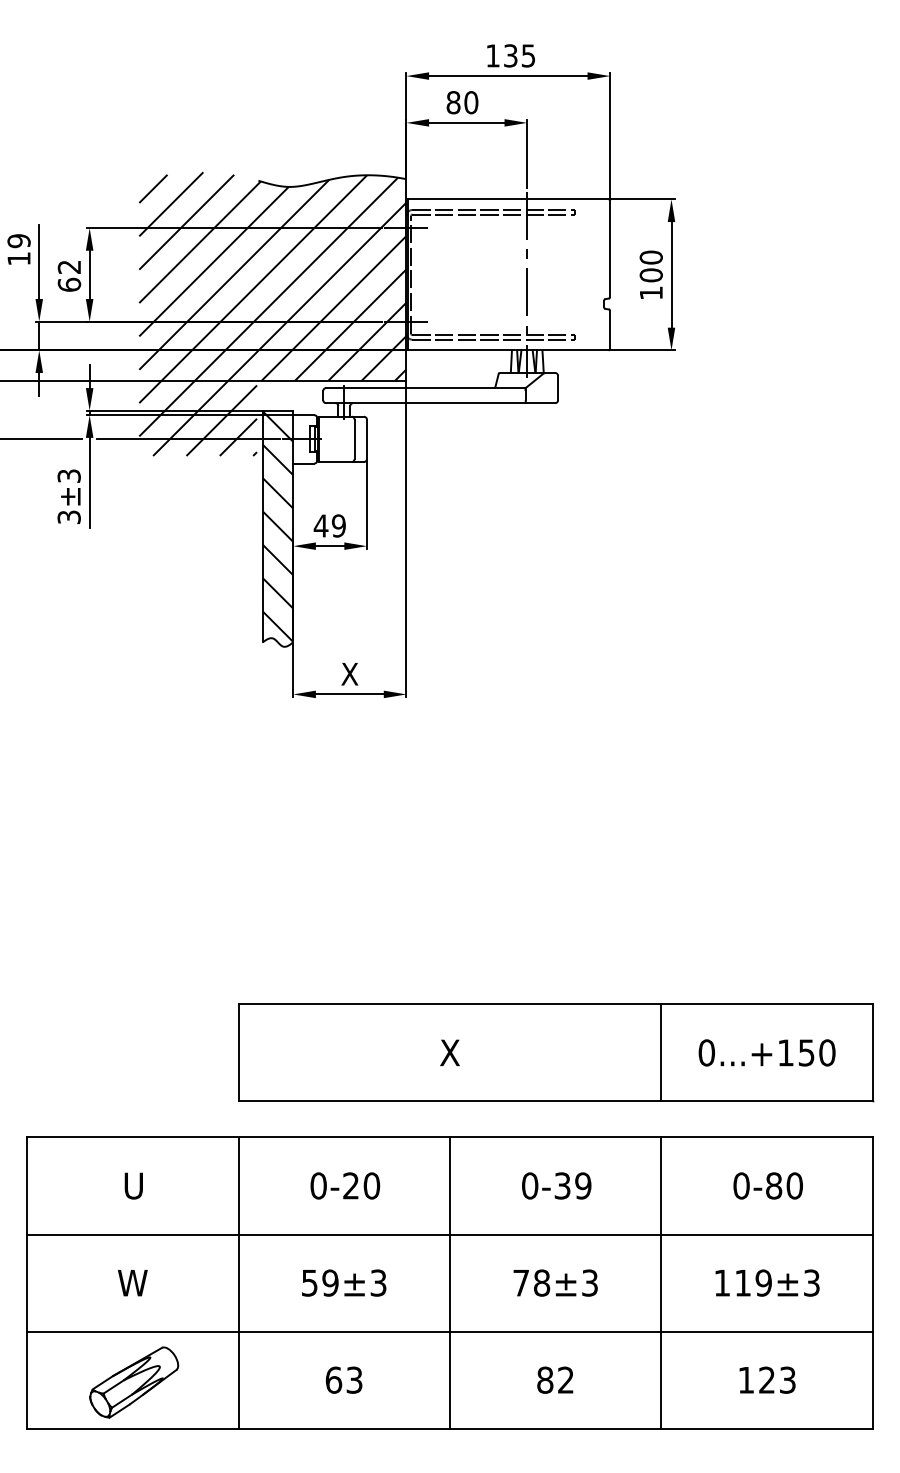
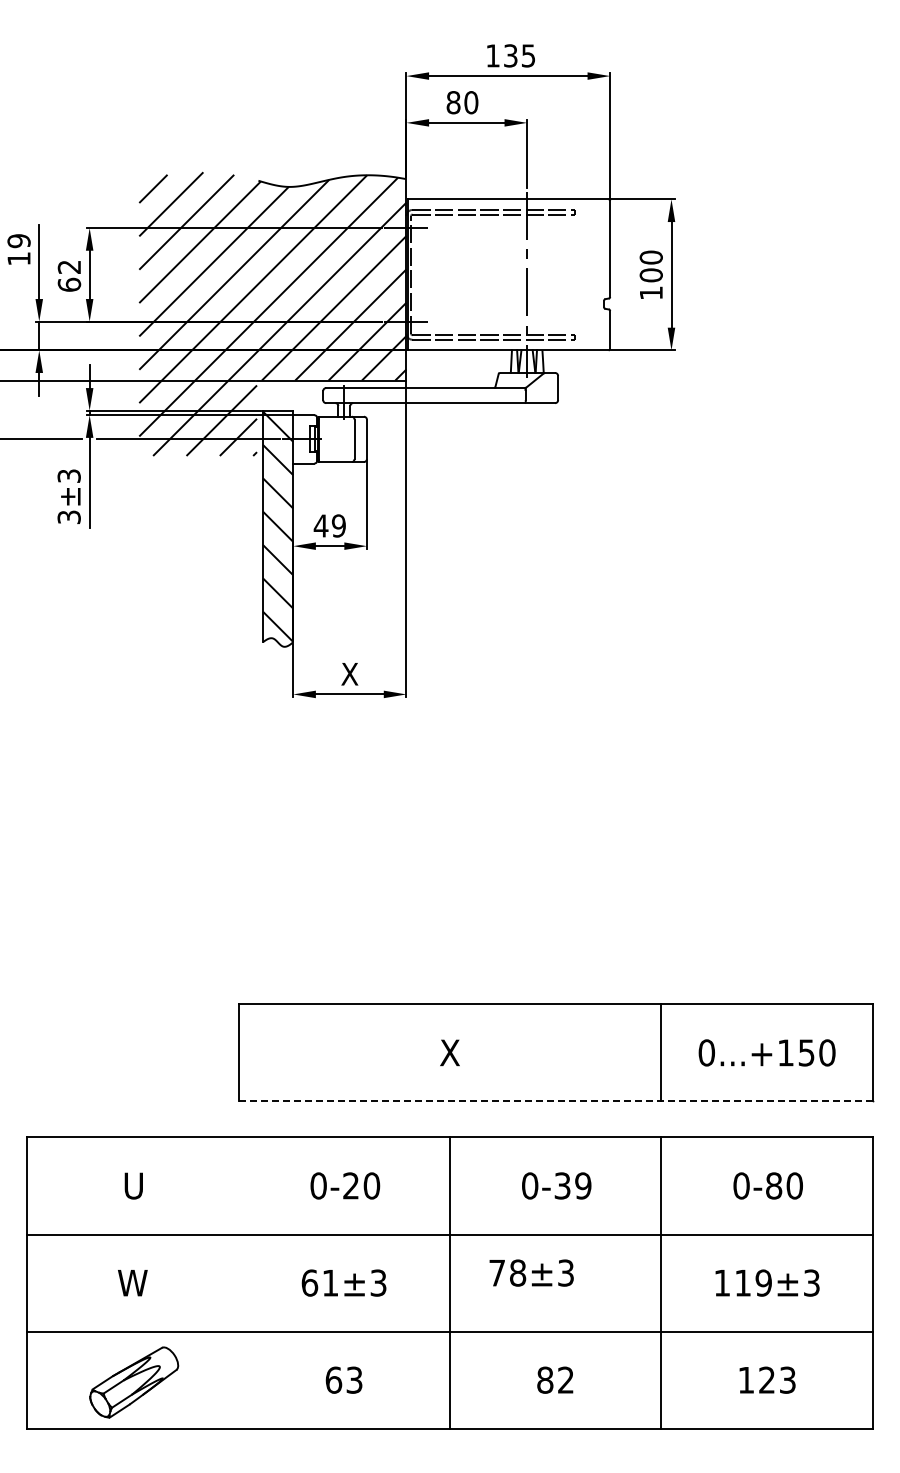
line at (555, 1101): solid -> dashed
line at (238, 1282): present -> none
text at (319, 1282): 59±3 -> 61±3
text at (555, 1282) position: (555, 1282) -> (531, 1272)
